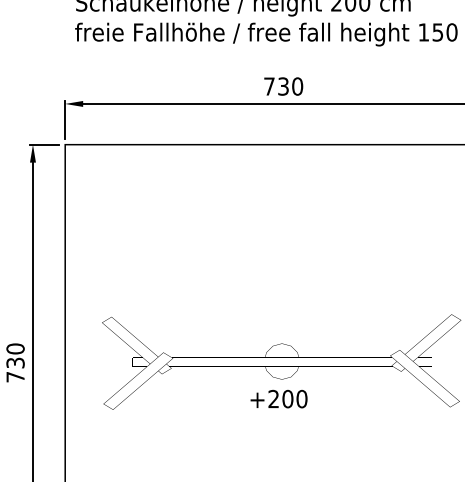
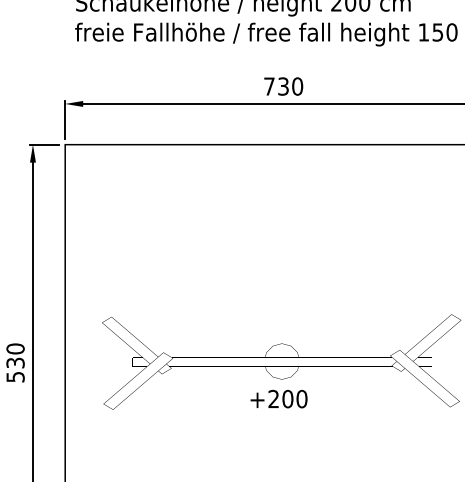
text at (15, 377): 730 -> 530
